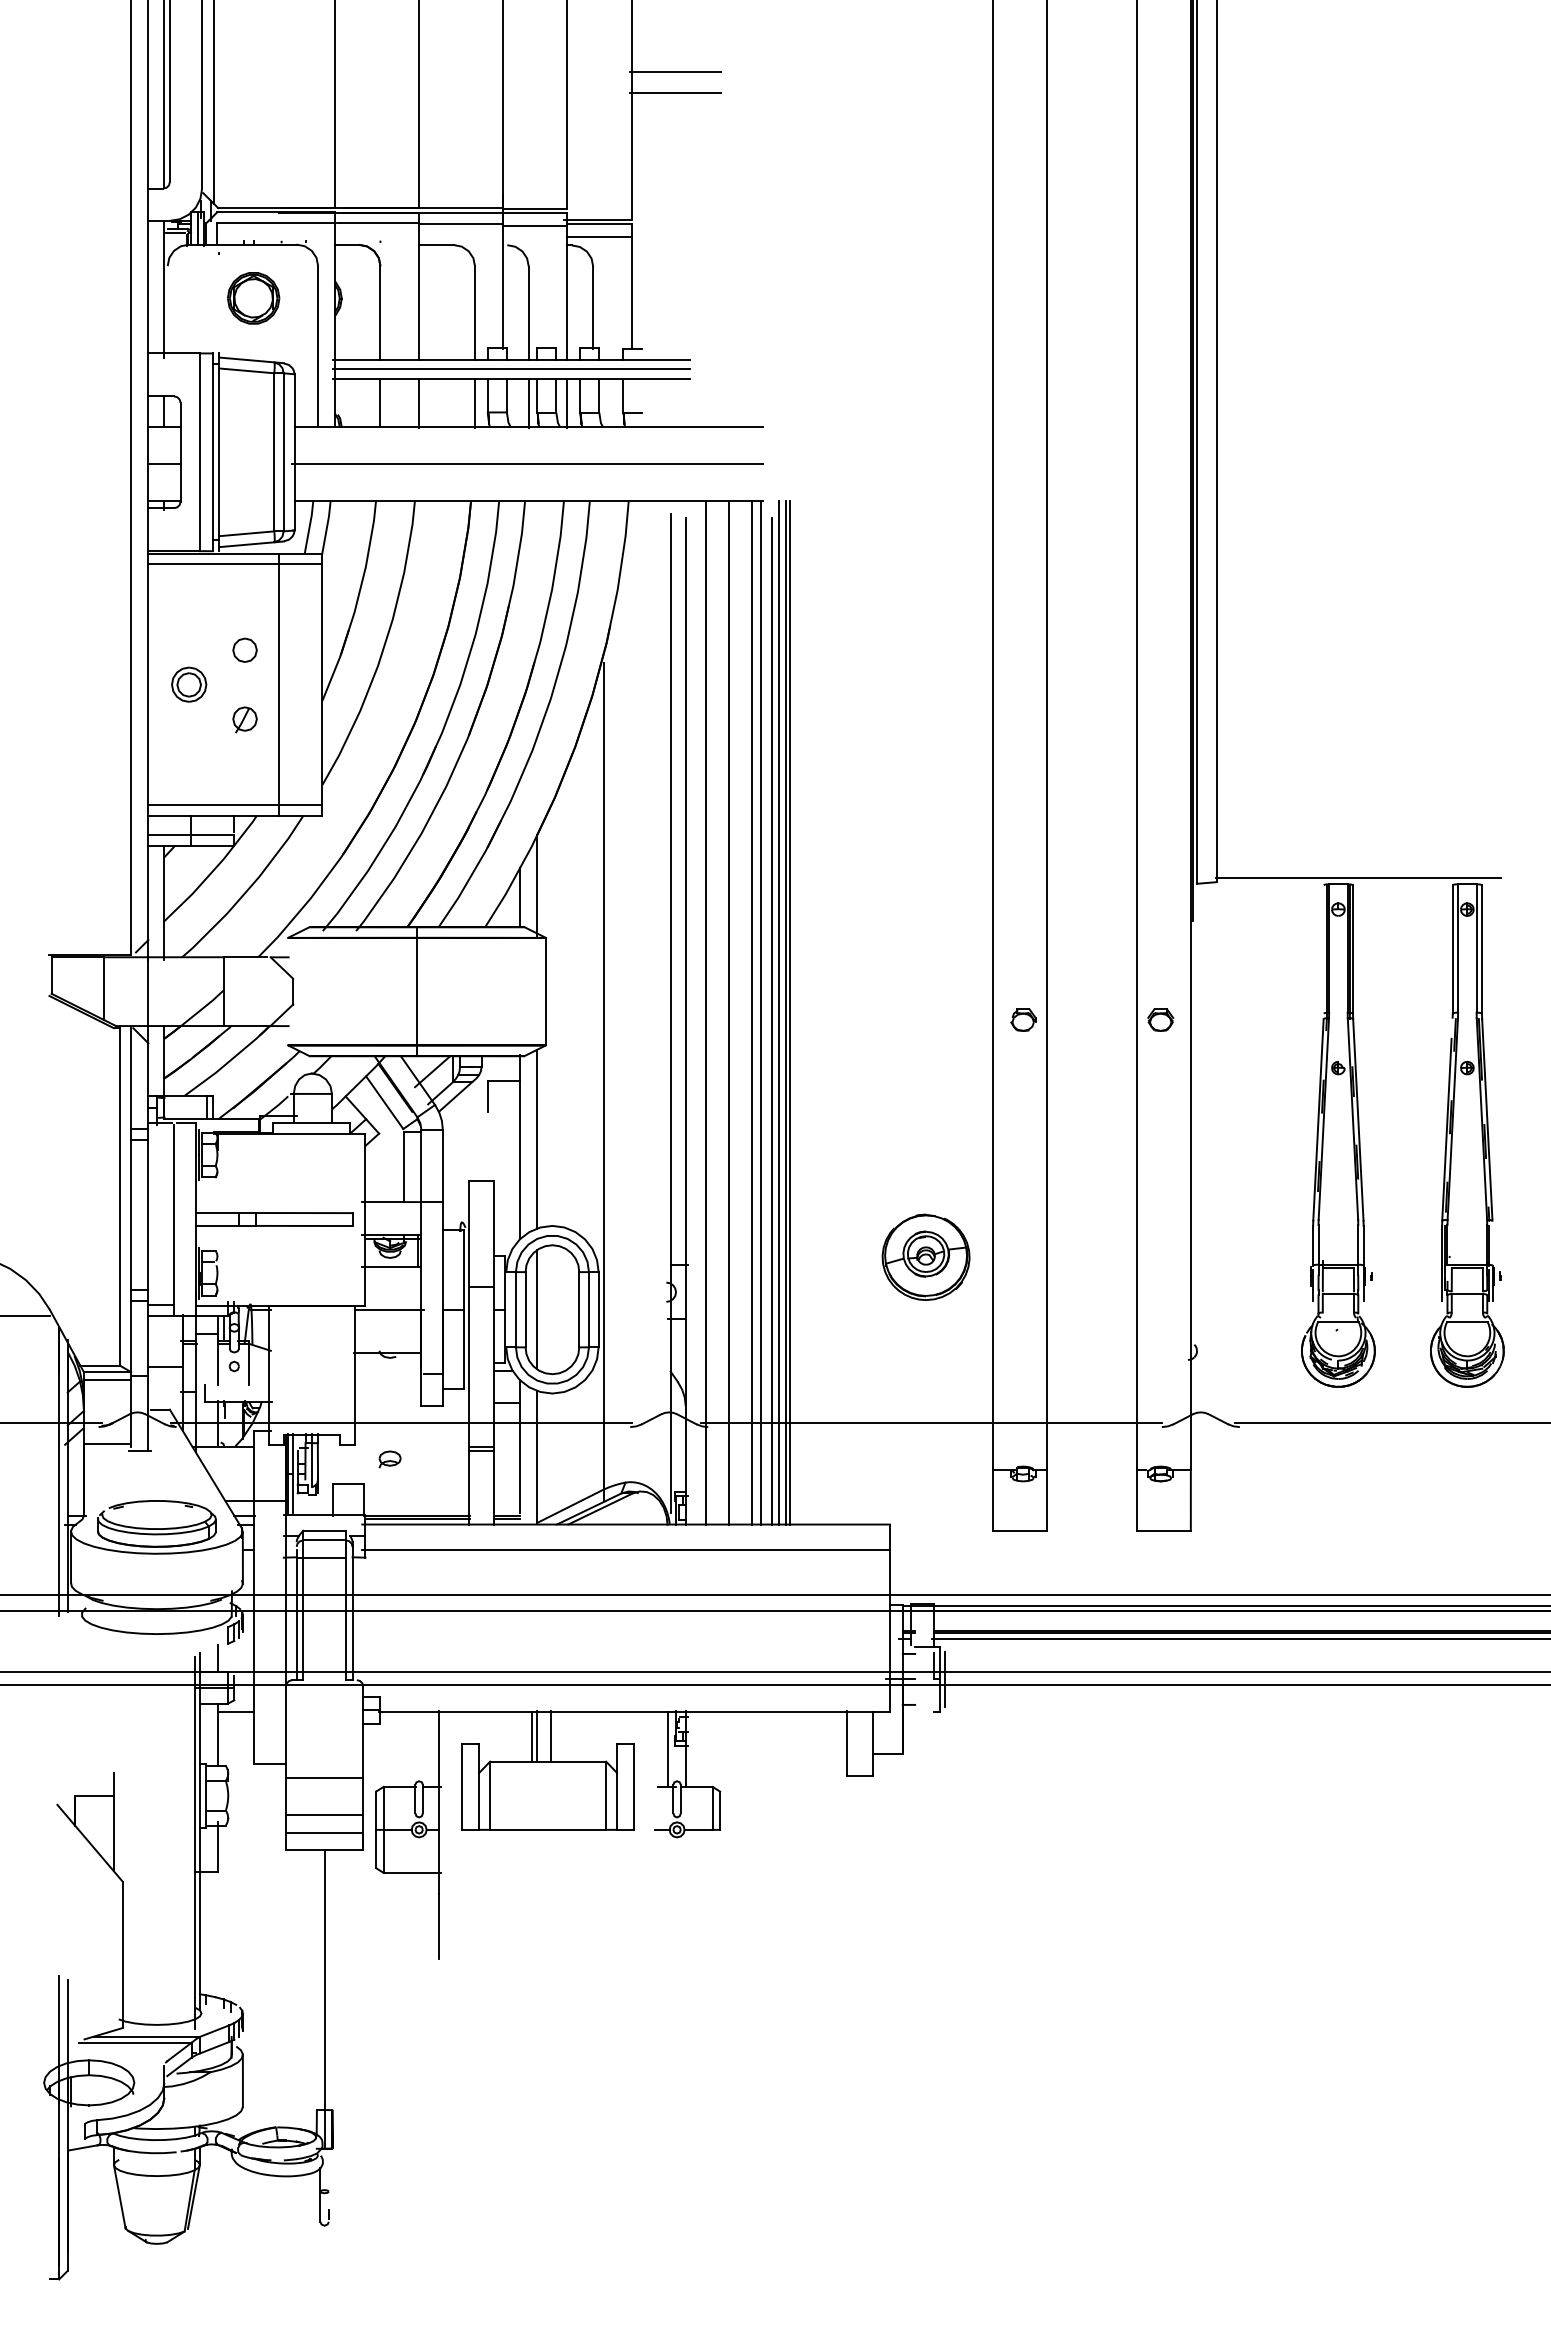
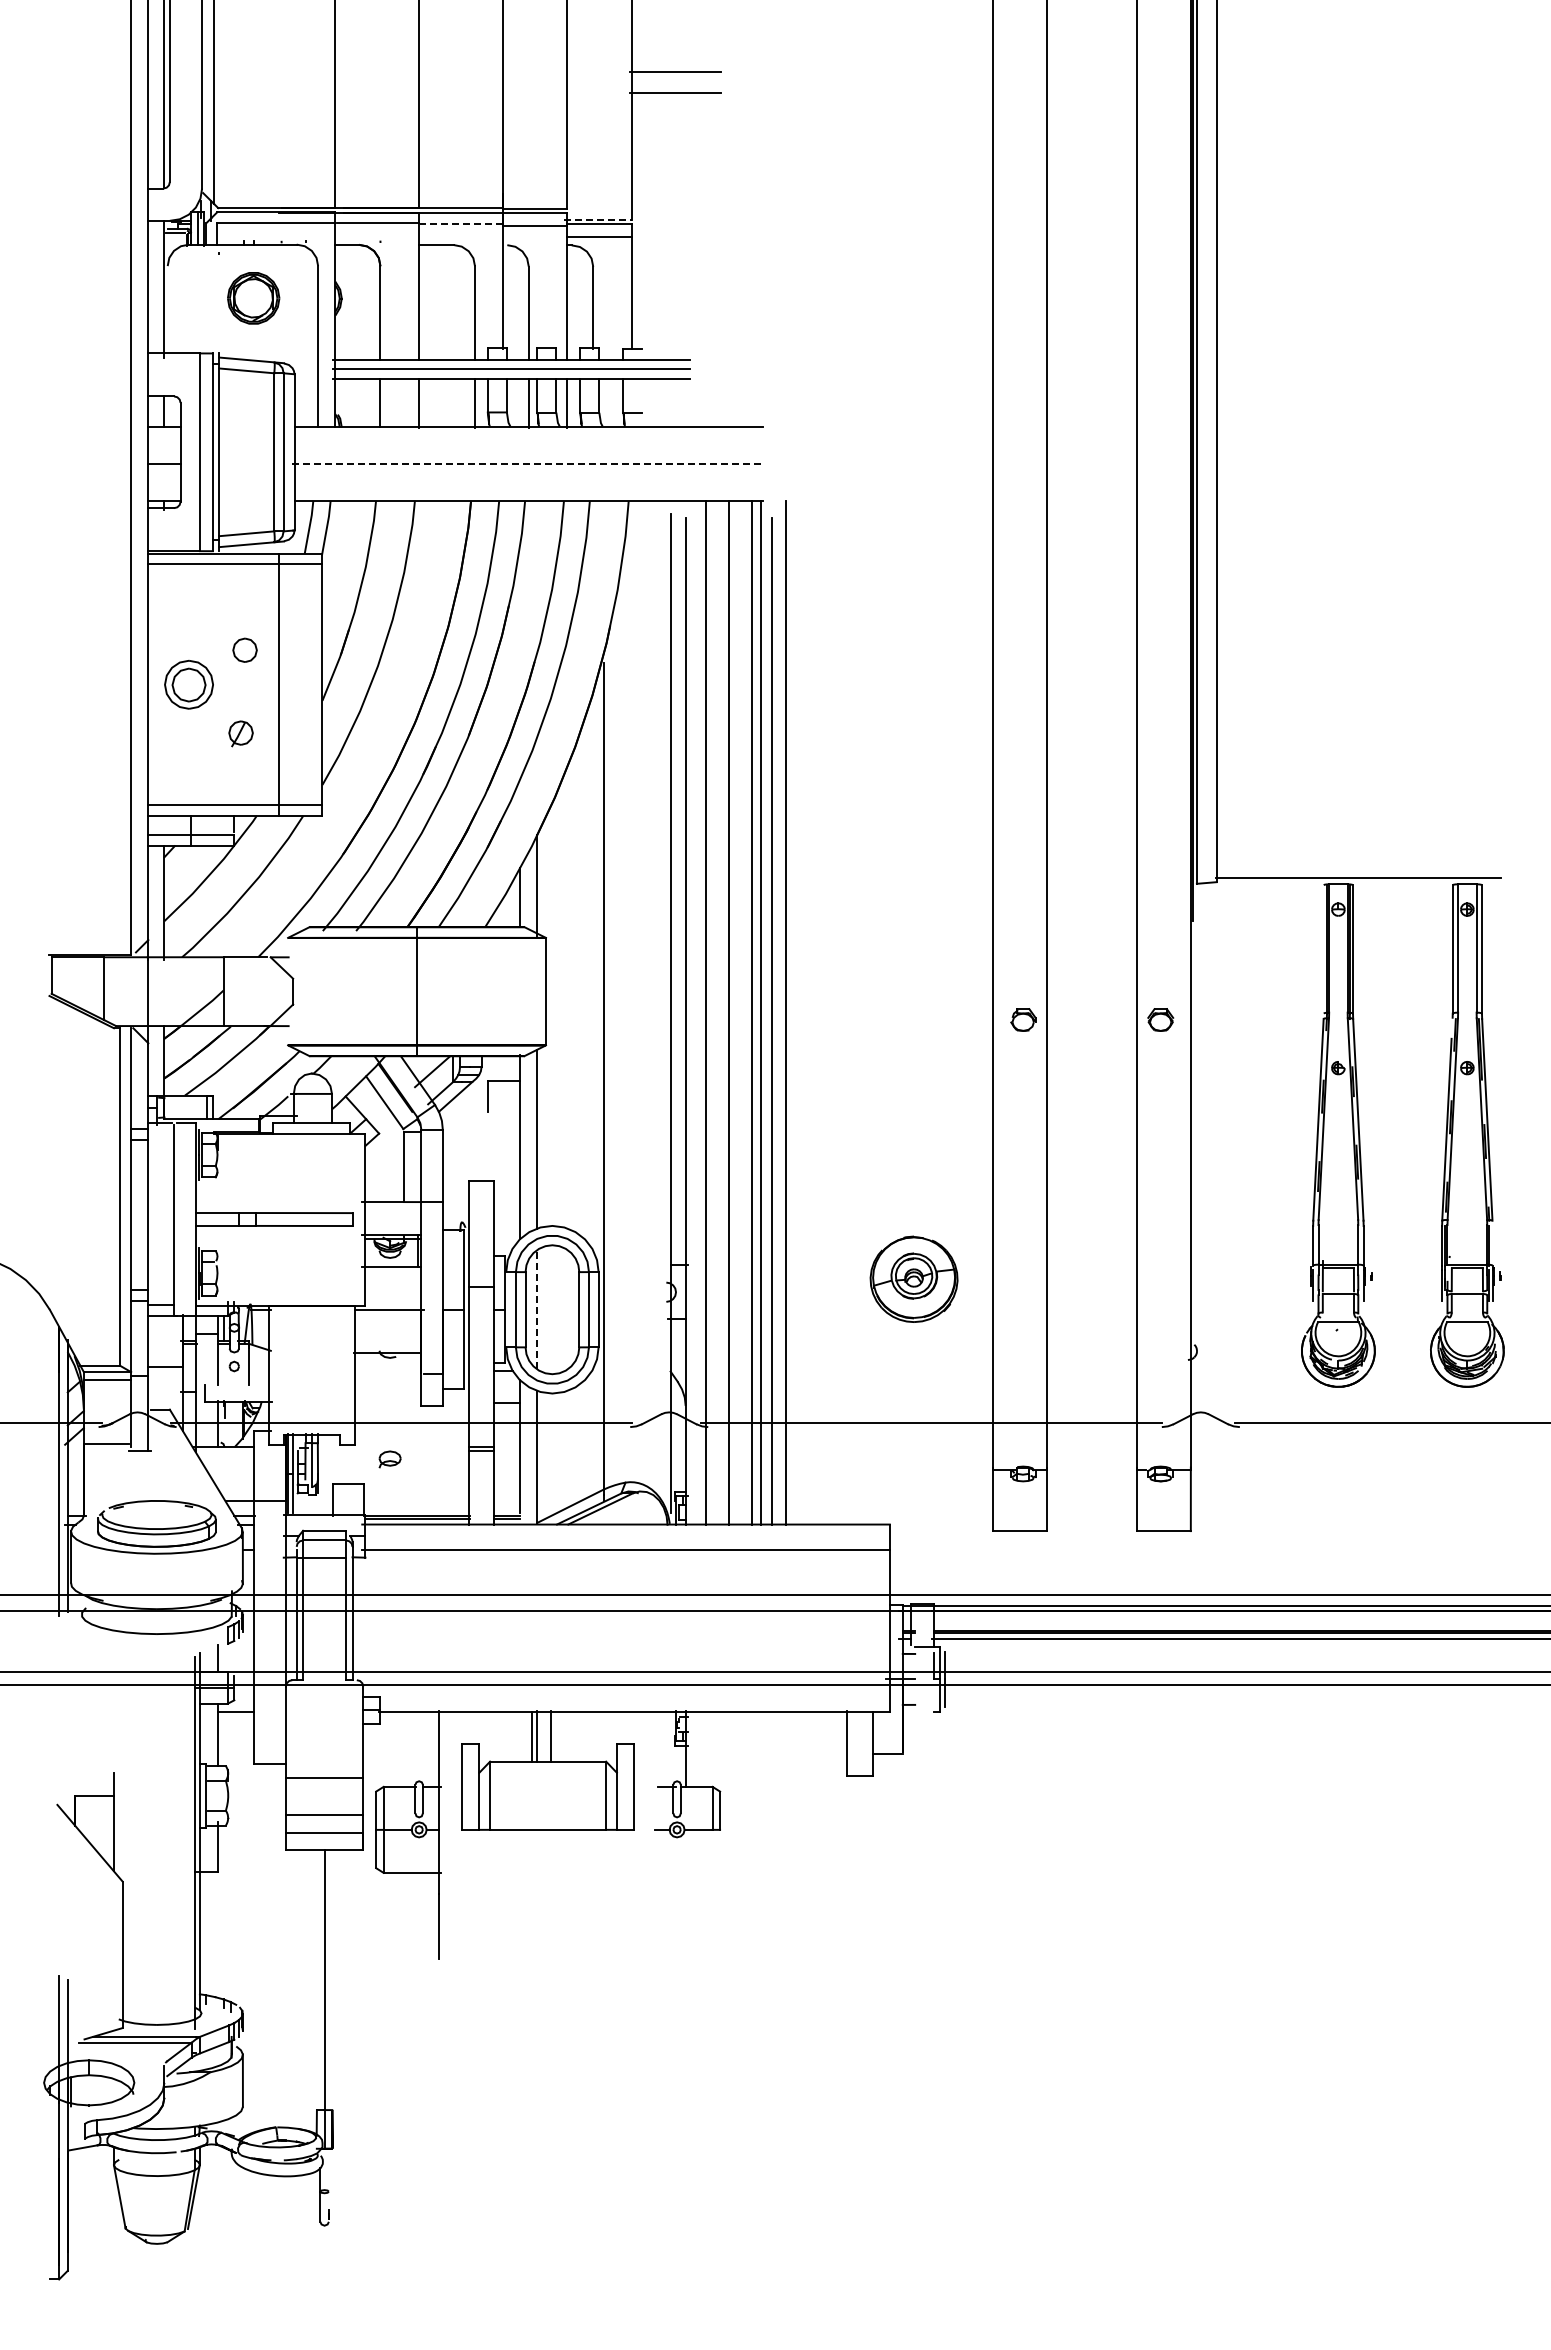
line at (598, 219): solid -> dashed
line at (461, 223): solid -> dashed
line at (528, 463): solid -> dashed
part at (189, 684) size: 37x37 px -> 50x50 px
part at (244, 719) position: (244, 719) -> (240, 733)
line at (779, 1012): present -> none
line at (790, 1013): present -> none
part at (925, 1256) position: (925, 1256) -> (913, 1278)
line at (537, 1309): solid -> dashed
line at (26, 1315): present -> none
line at (667, 1748): present -> none
